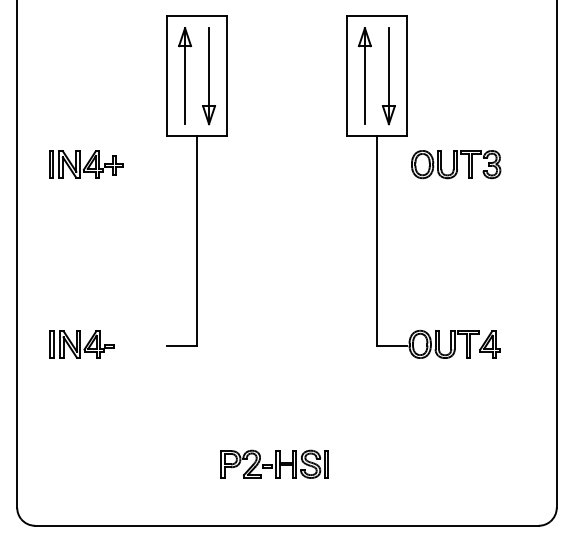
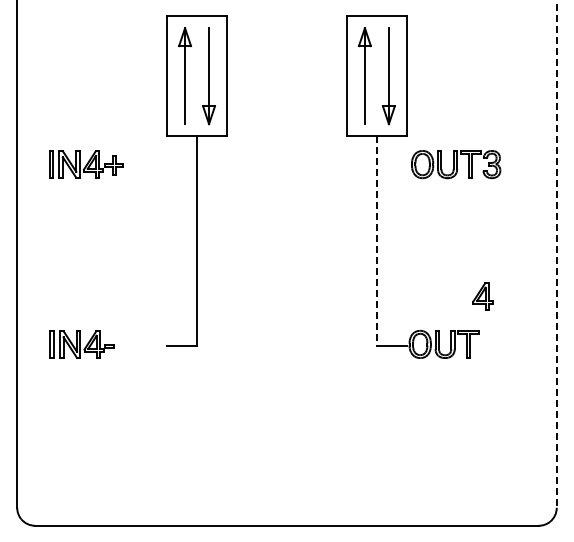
line at (376, 241): solid -> dashed
line at (556, 254): solid -> dashed
part at (489, 344) position: (489, 344) -> (482, 296)
part at (274, 463): present -> none
